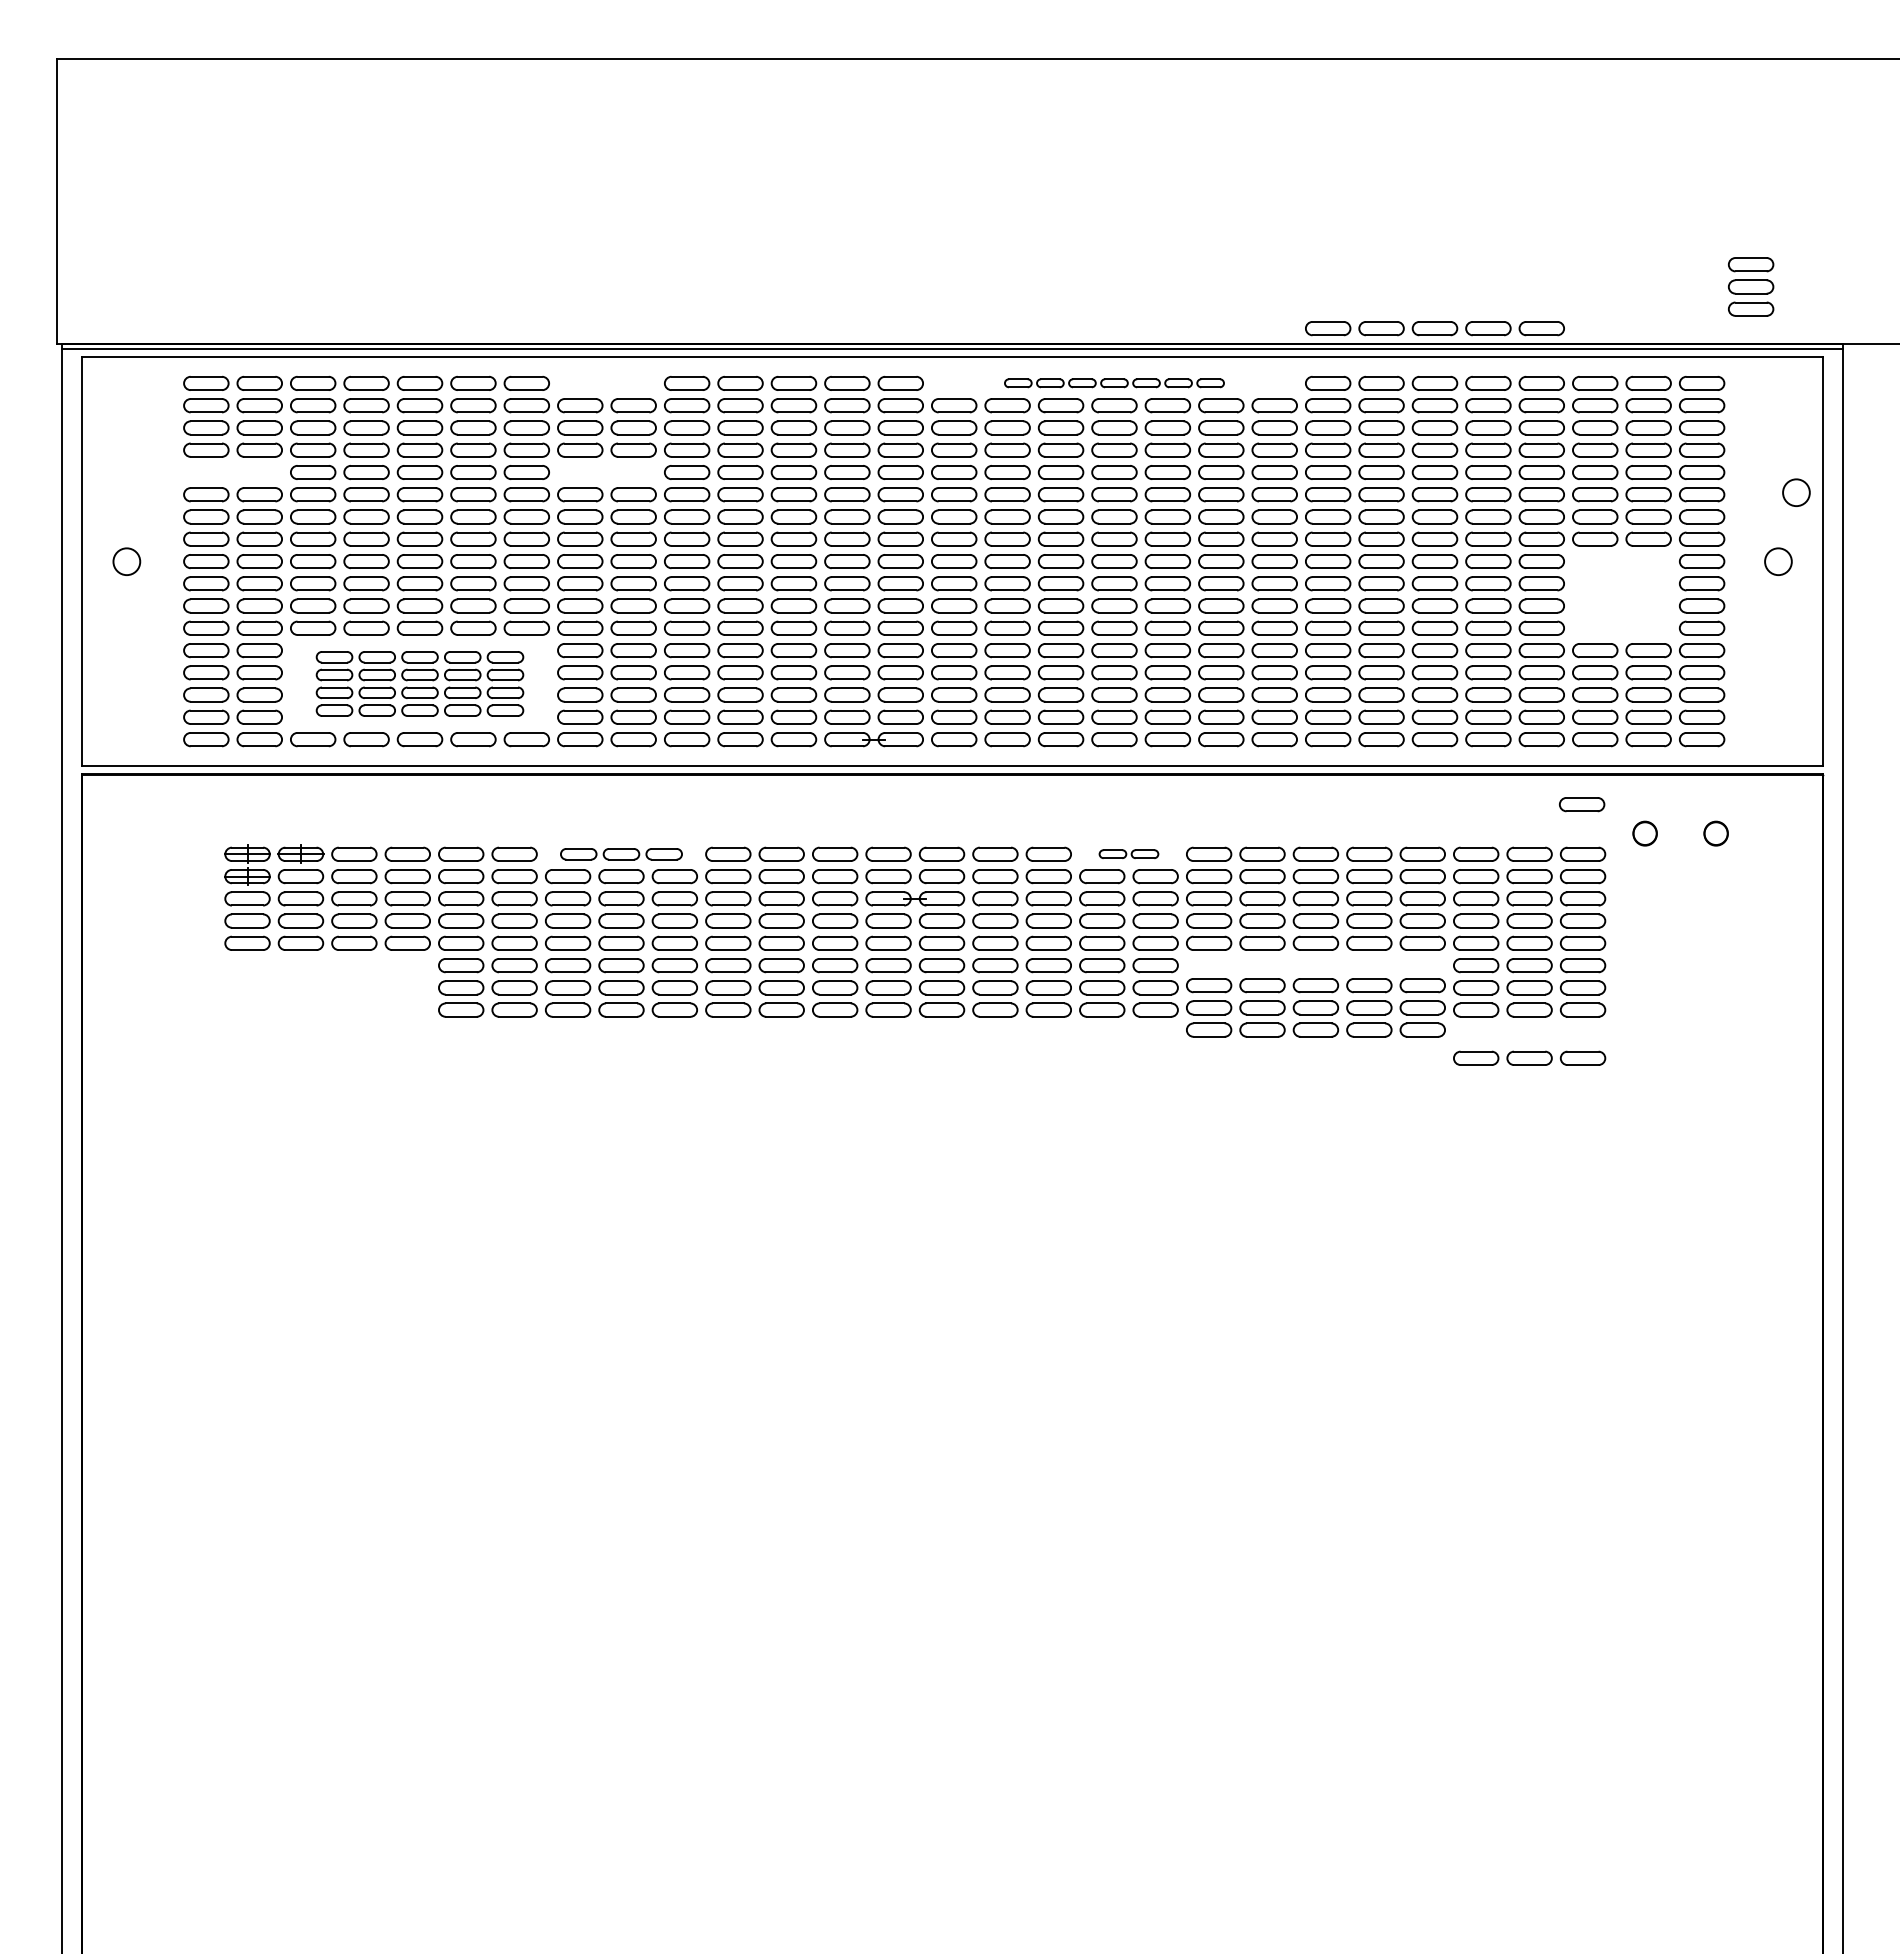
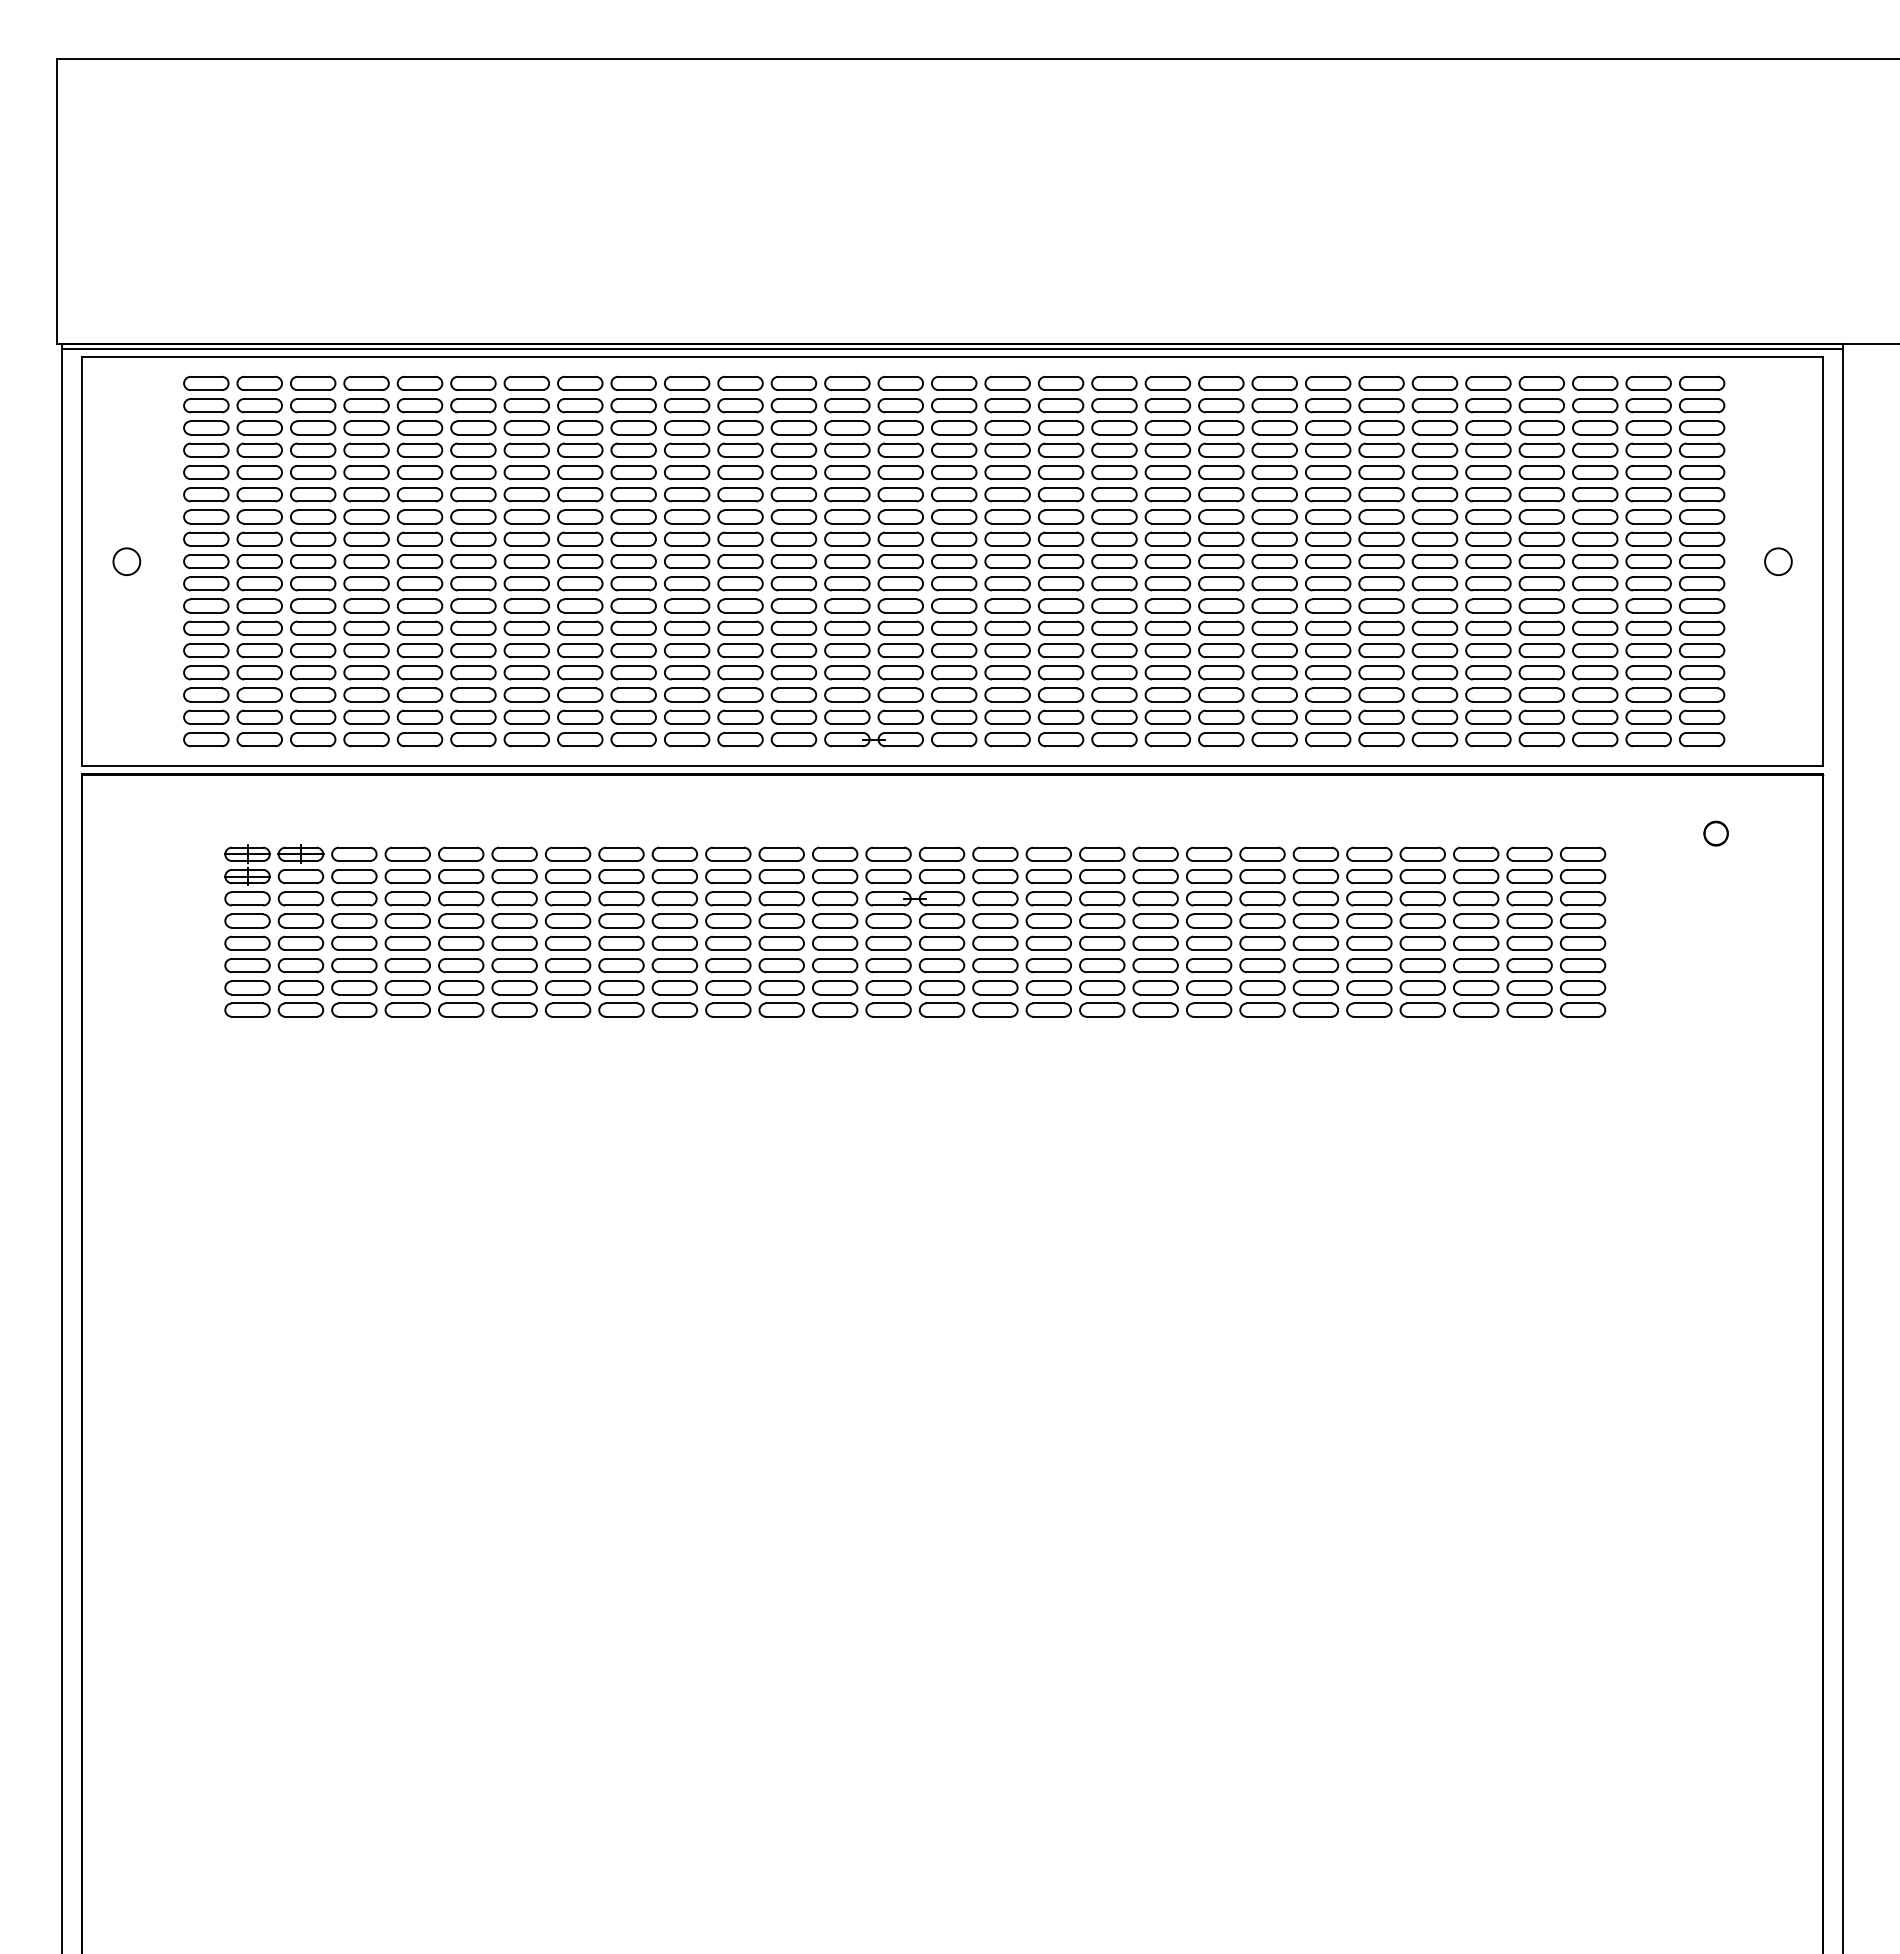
part at (1751, 286): present -> none
part at (1434, 328): present -> none
part at (606, 382): none -> present
part at (1114, 383) size: 221x11 px -> 367x16 px
part at (232, 472): none -> present
part at (606, 472): none -> present
circle at (1796, 492): present -> none
part at (1616, 588): none -> present
part at (419, 683) size: 210x66 px -> 260x82 px
part at (1582, 804): present -> none
part at (1644, 833): present -> none
part at (1128, 853) size: 62x10 px -> 100x16 px
part at (621, 854) size: 123x13 px -> 153x16 px
part at (327, 987): none -> present
part at (1315, 1007) position: (1315, 1007) -> (1315, 987)
part at (1529, 1057): present -> none
